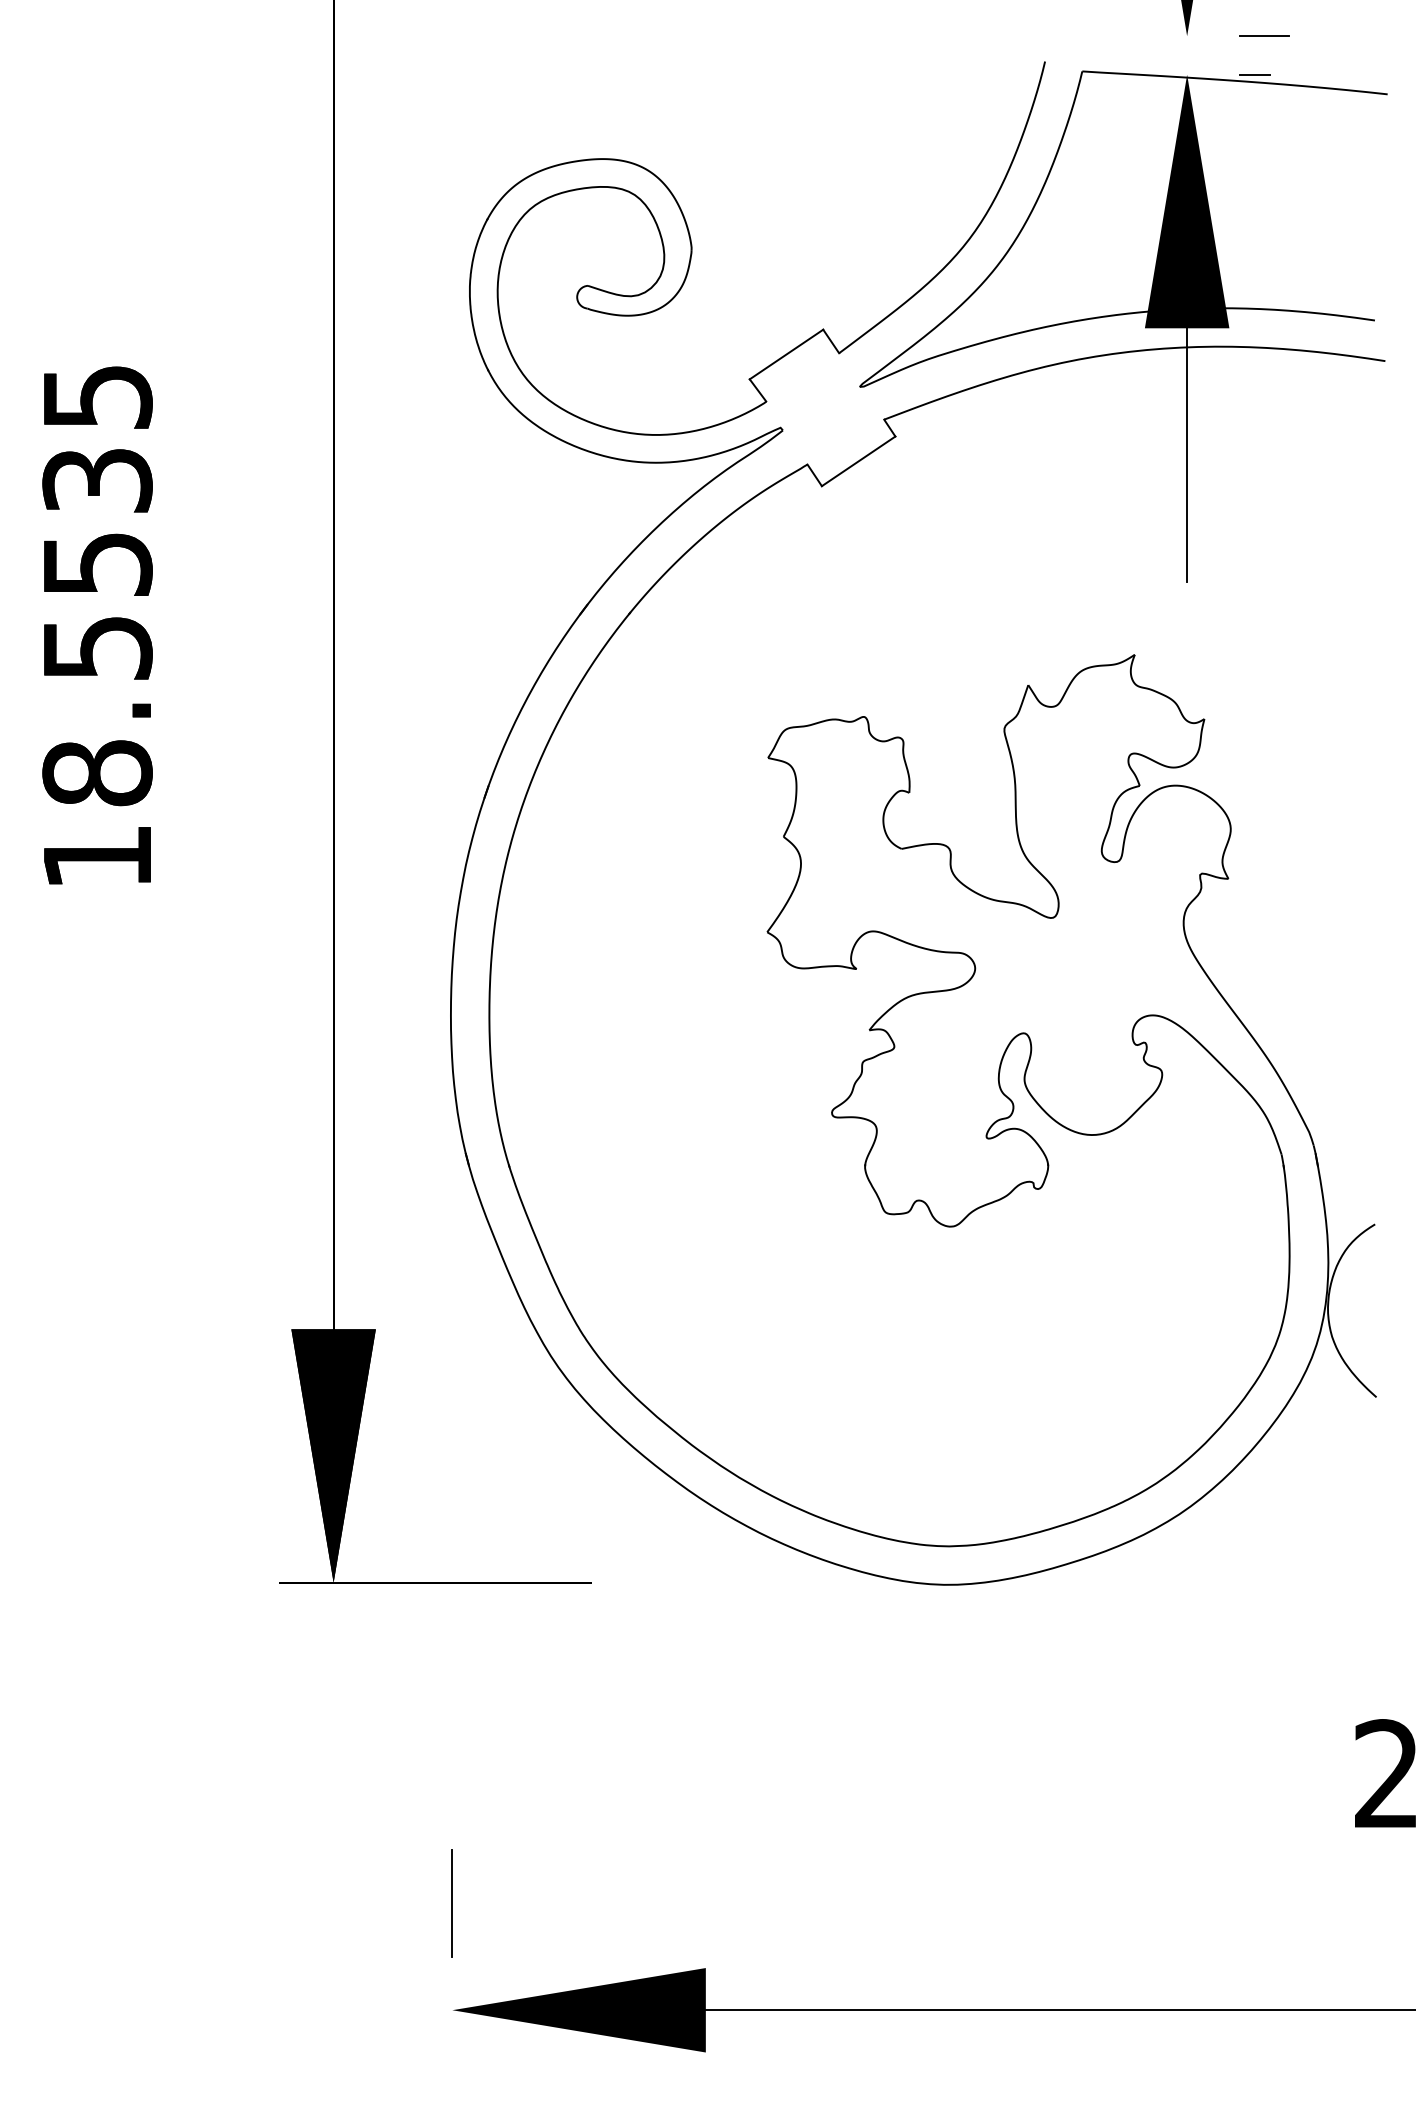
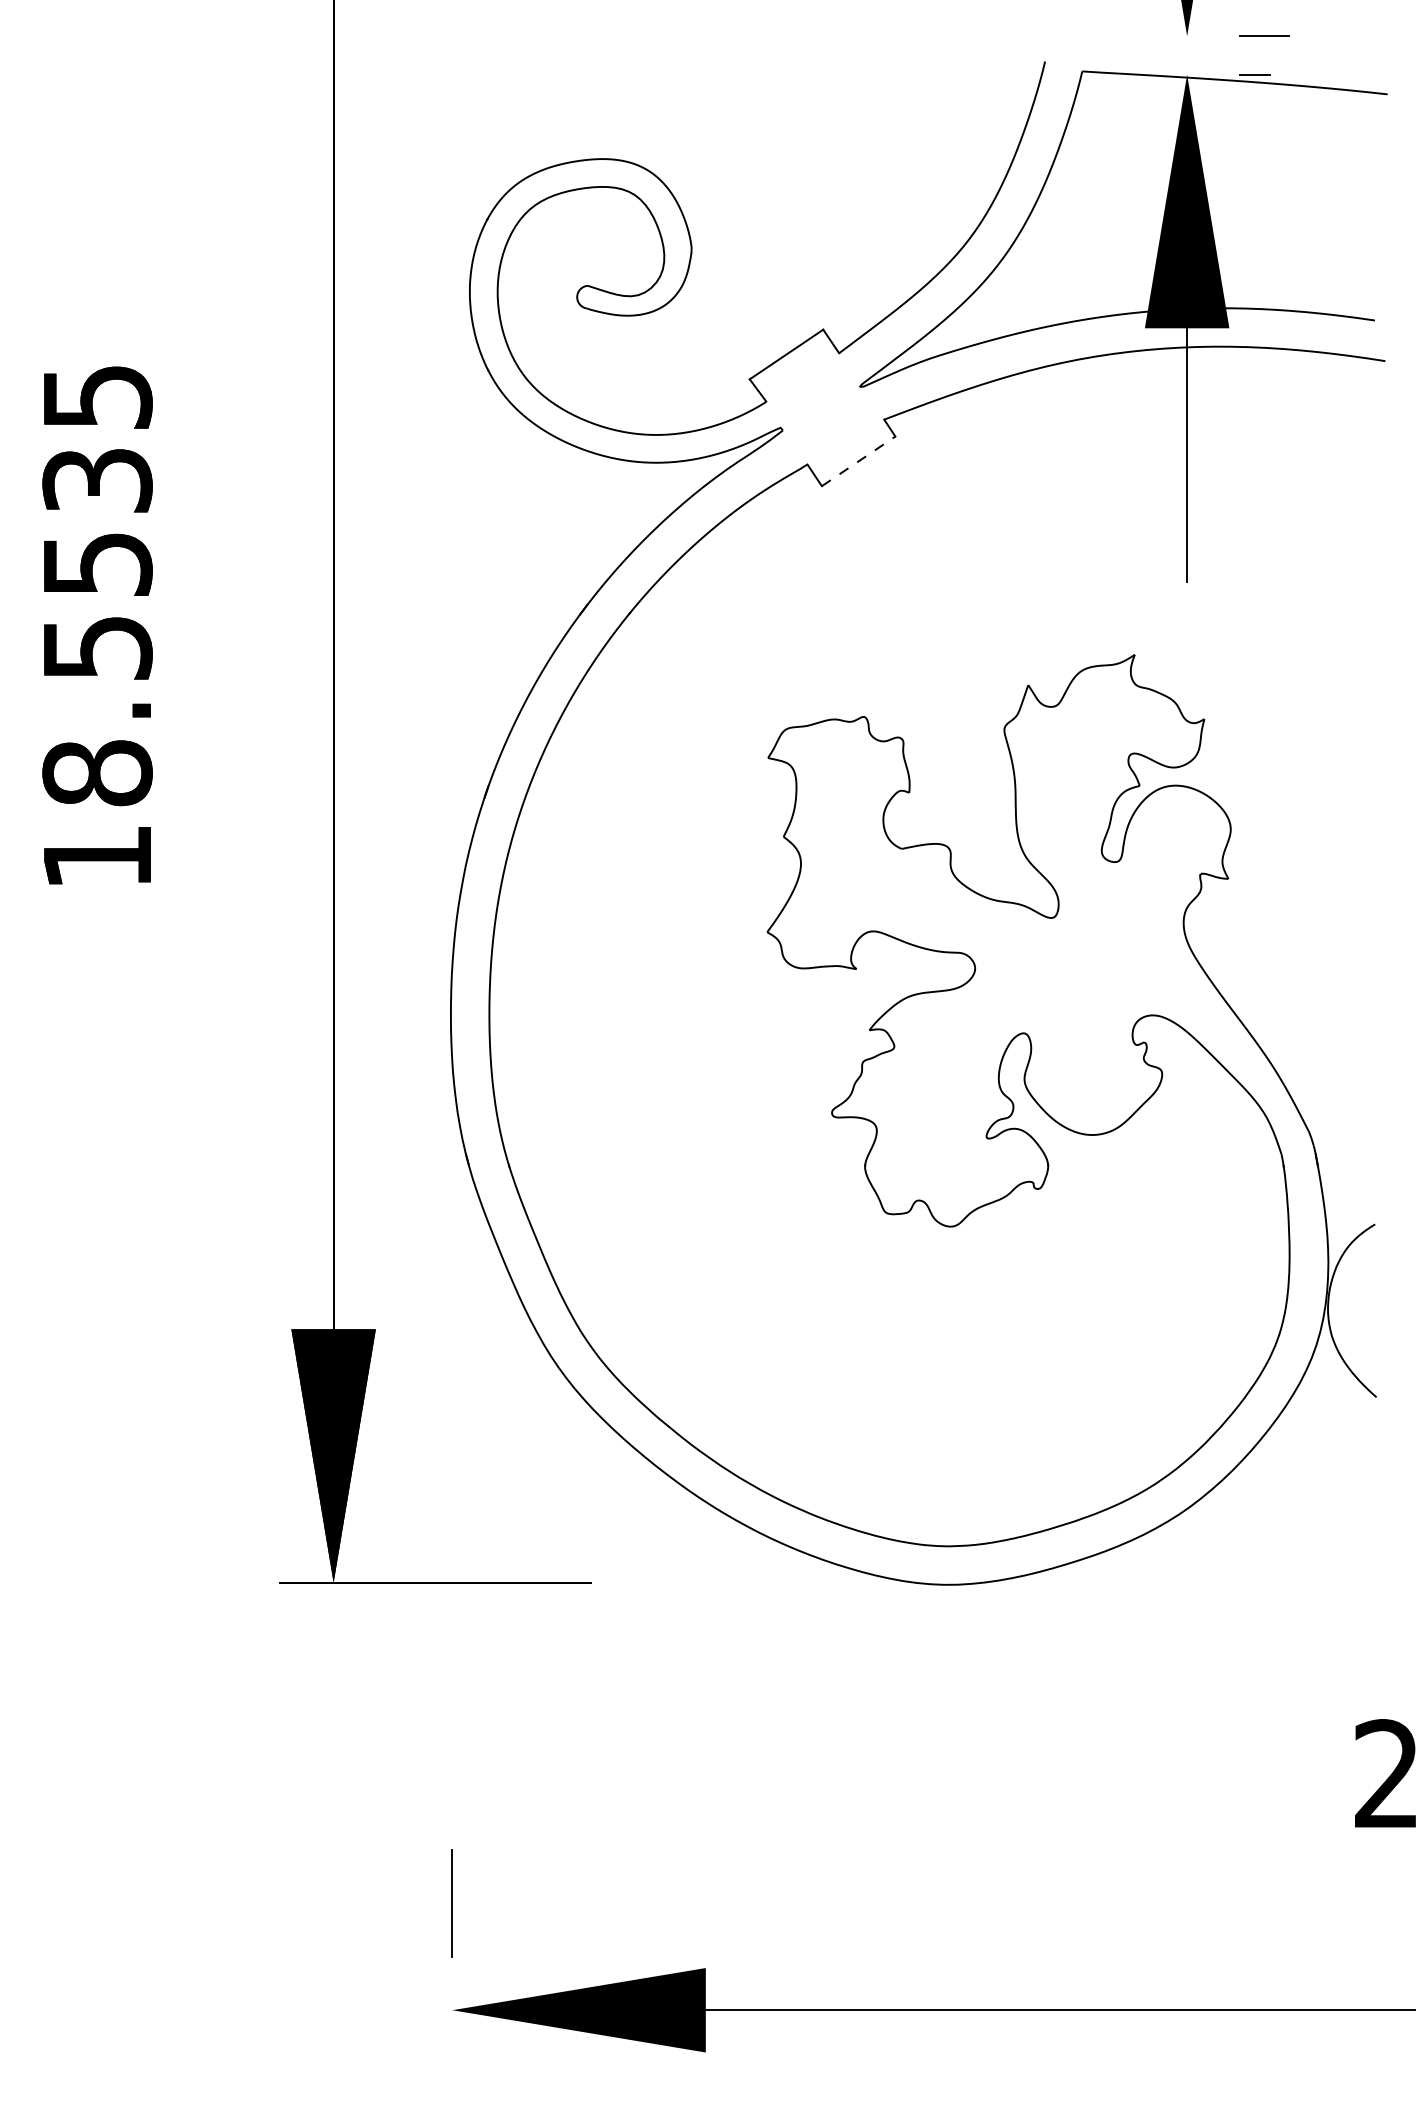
line at (859, 461): solid -> dashed
